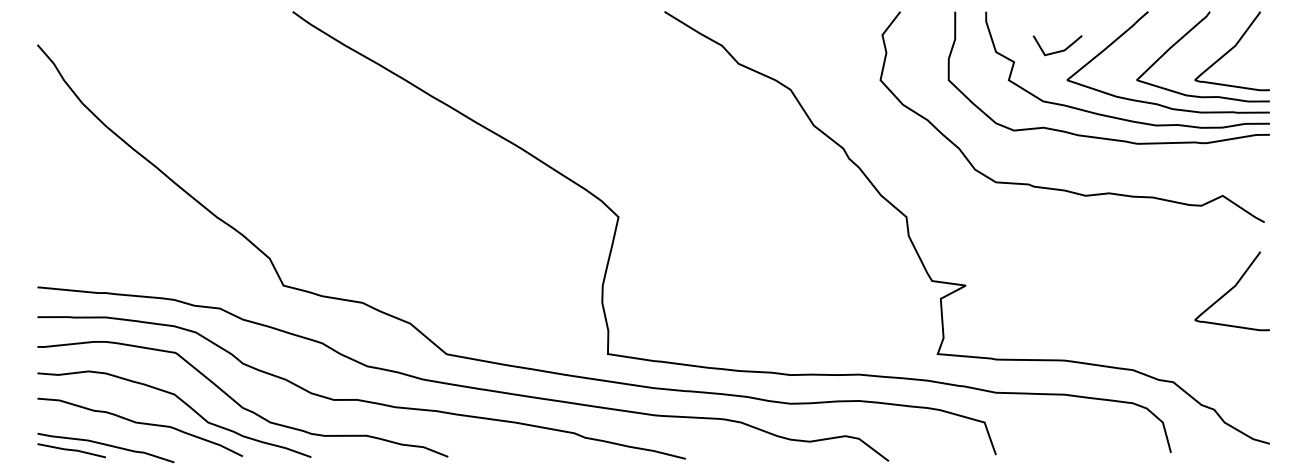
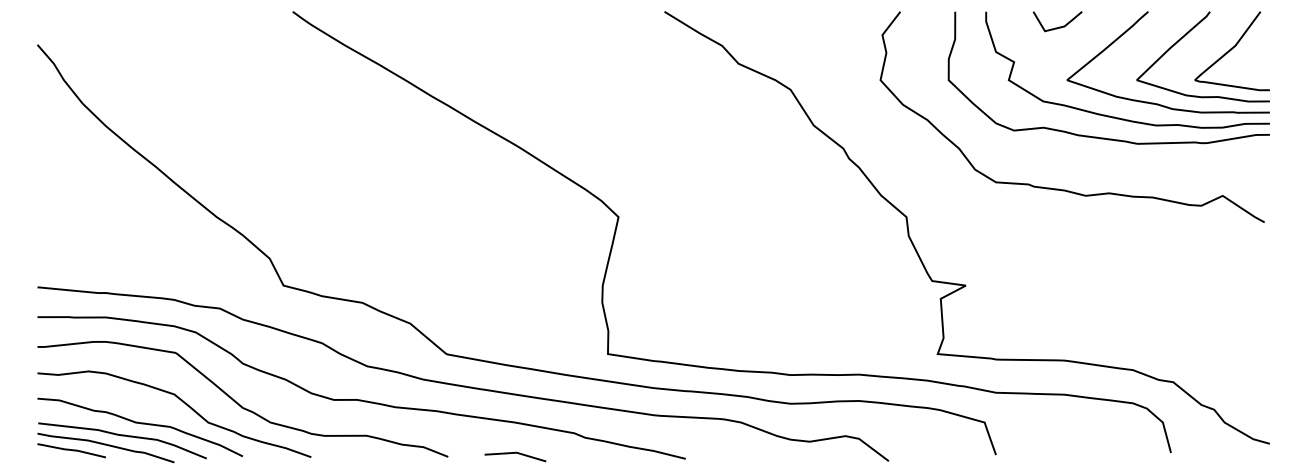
line at (1059, 50) position: (1059, 50) -> (1059, 26)
curve at (1231, 290): present -> none
curve at (122, 436): none -> present
line at (515, 453): none -> present
